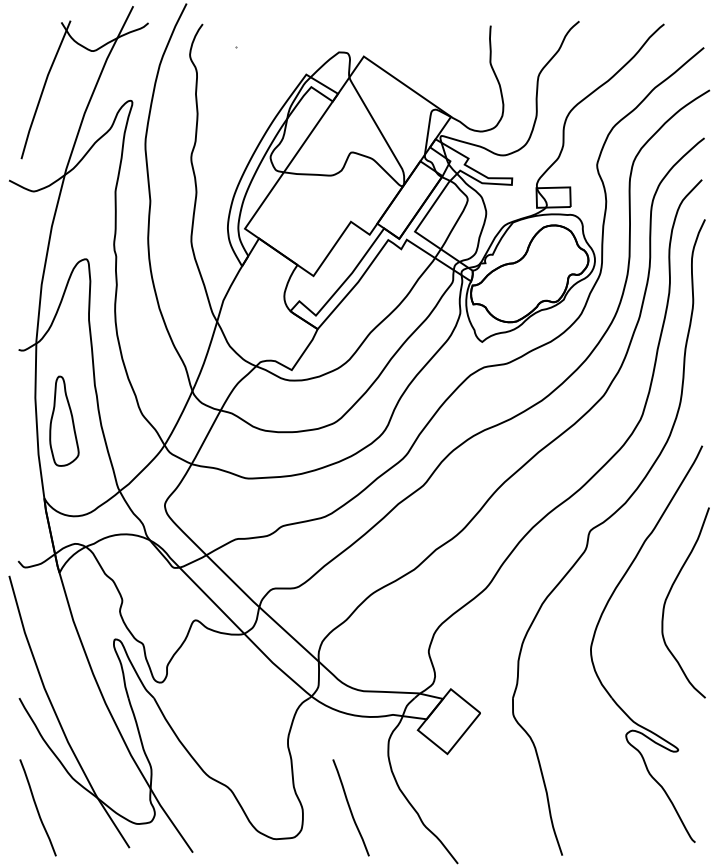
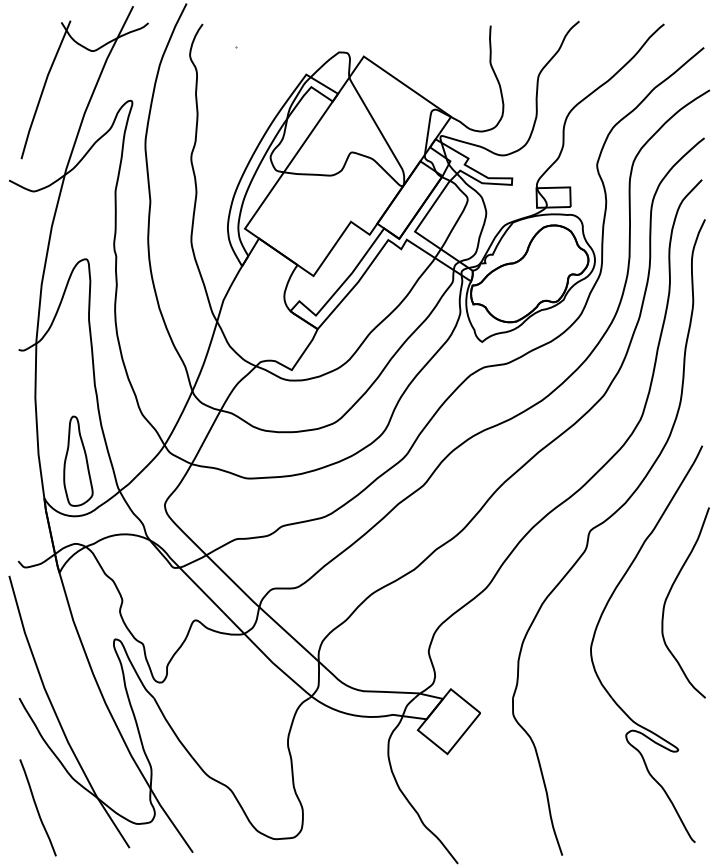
part at (64, 420) position: (64, 420) -> (78, 460)
curve at (350, 807): present -> none
